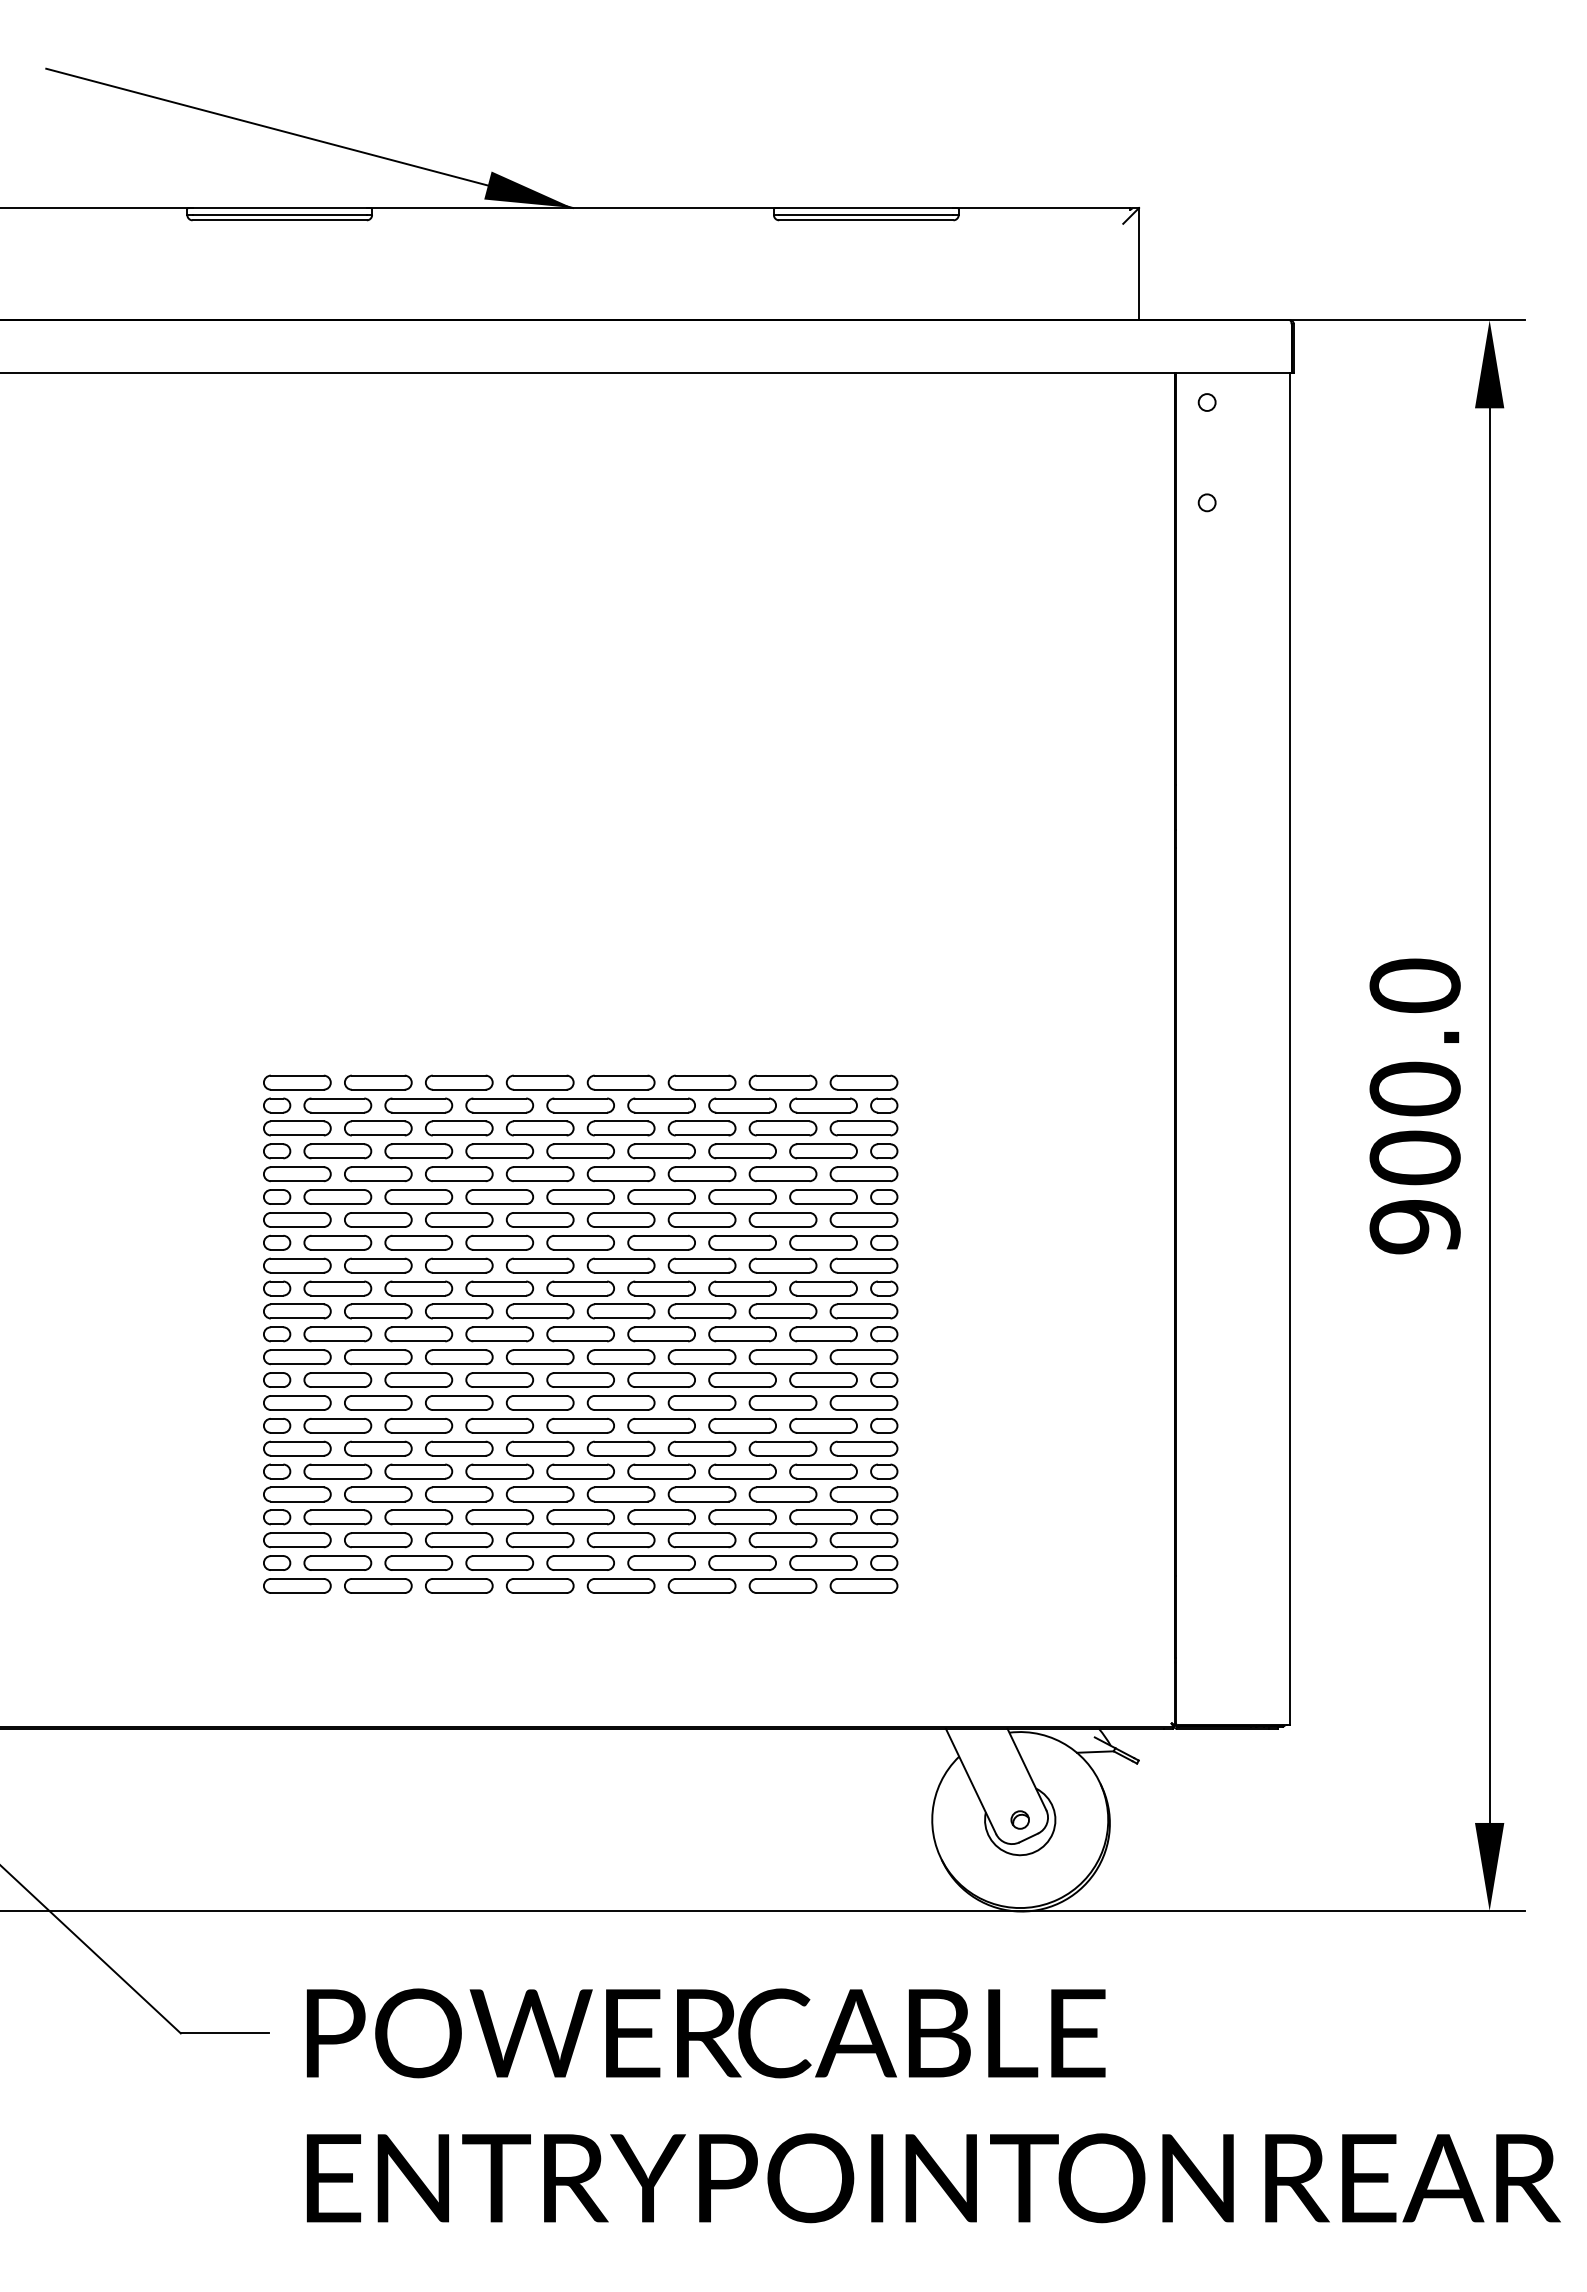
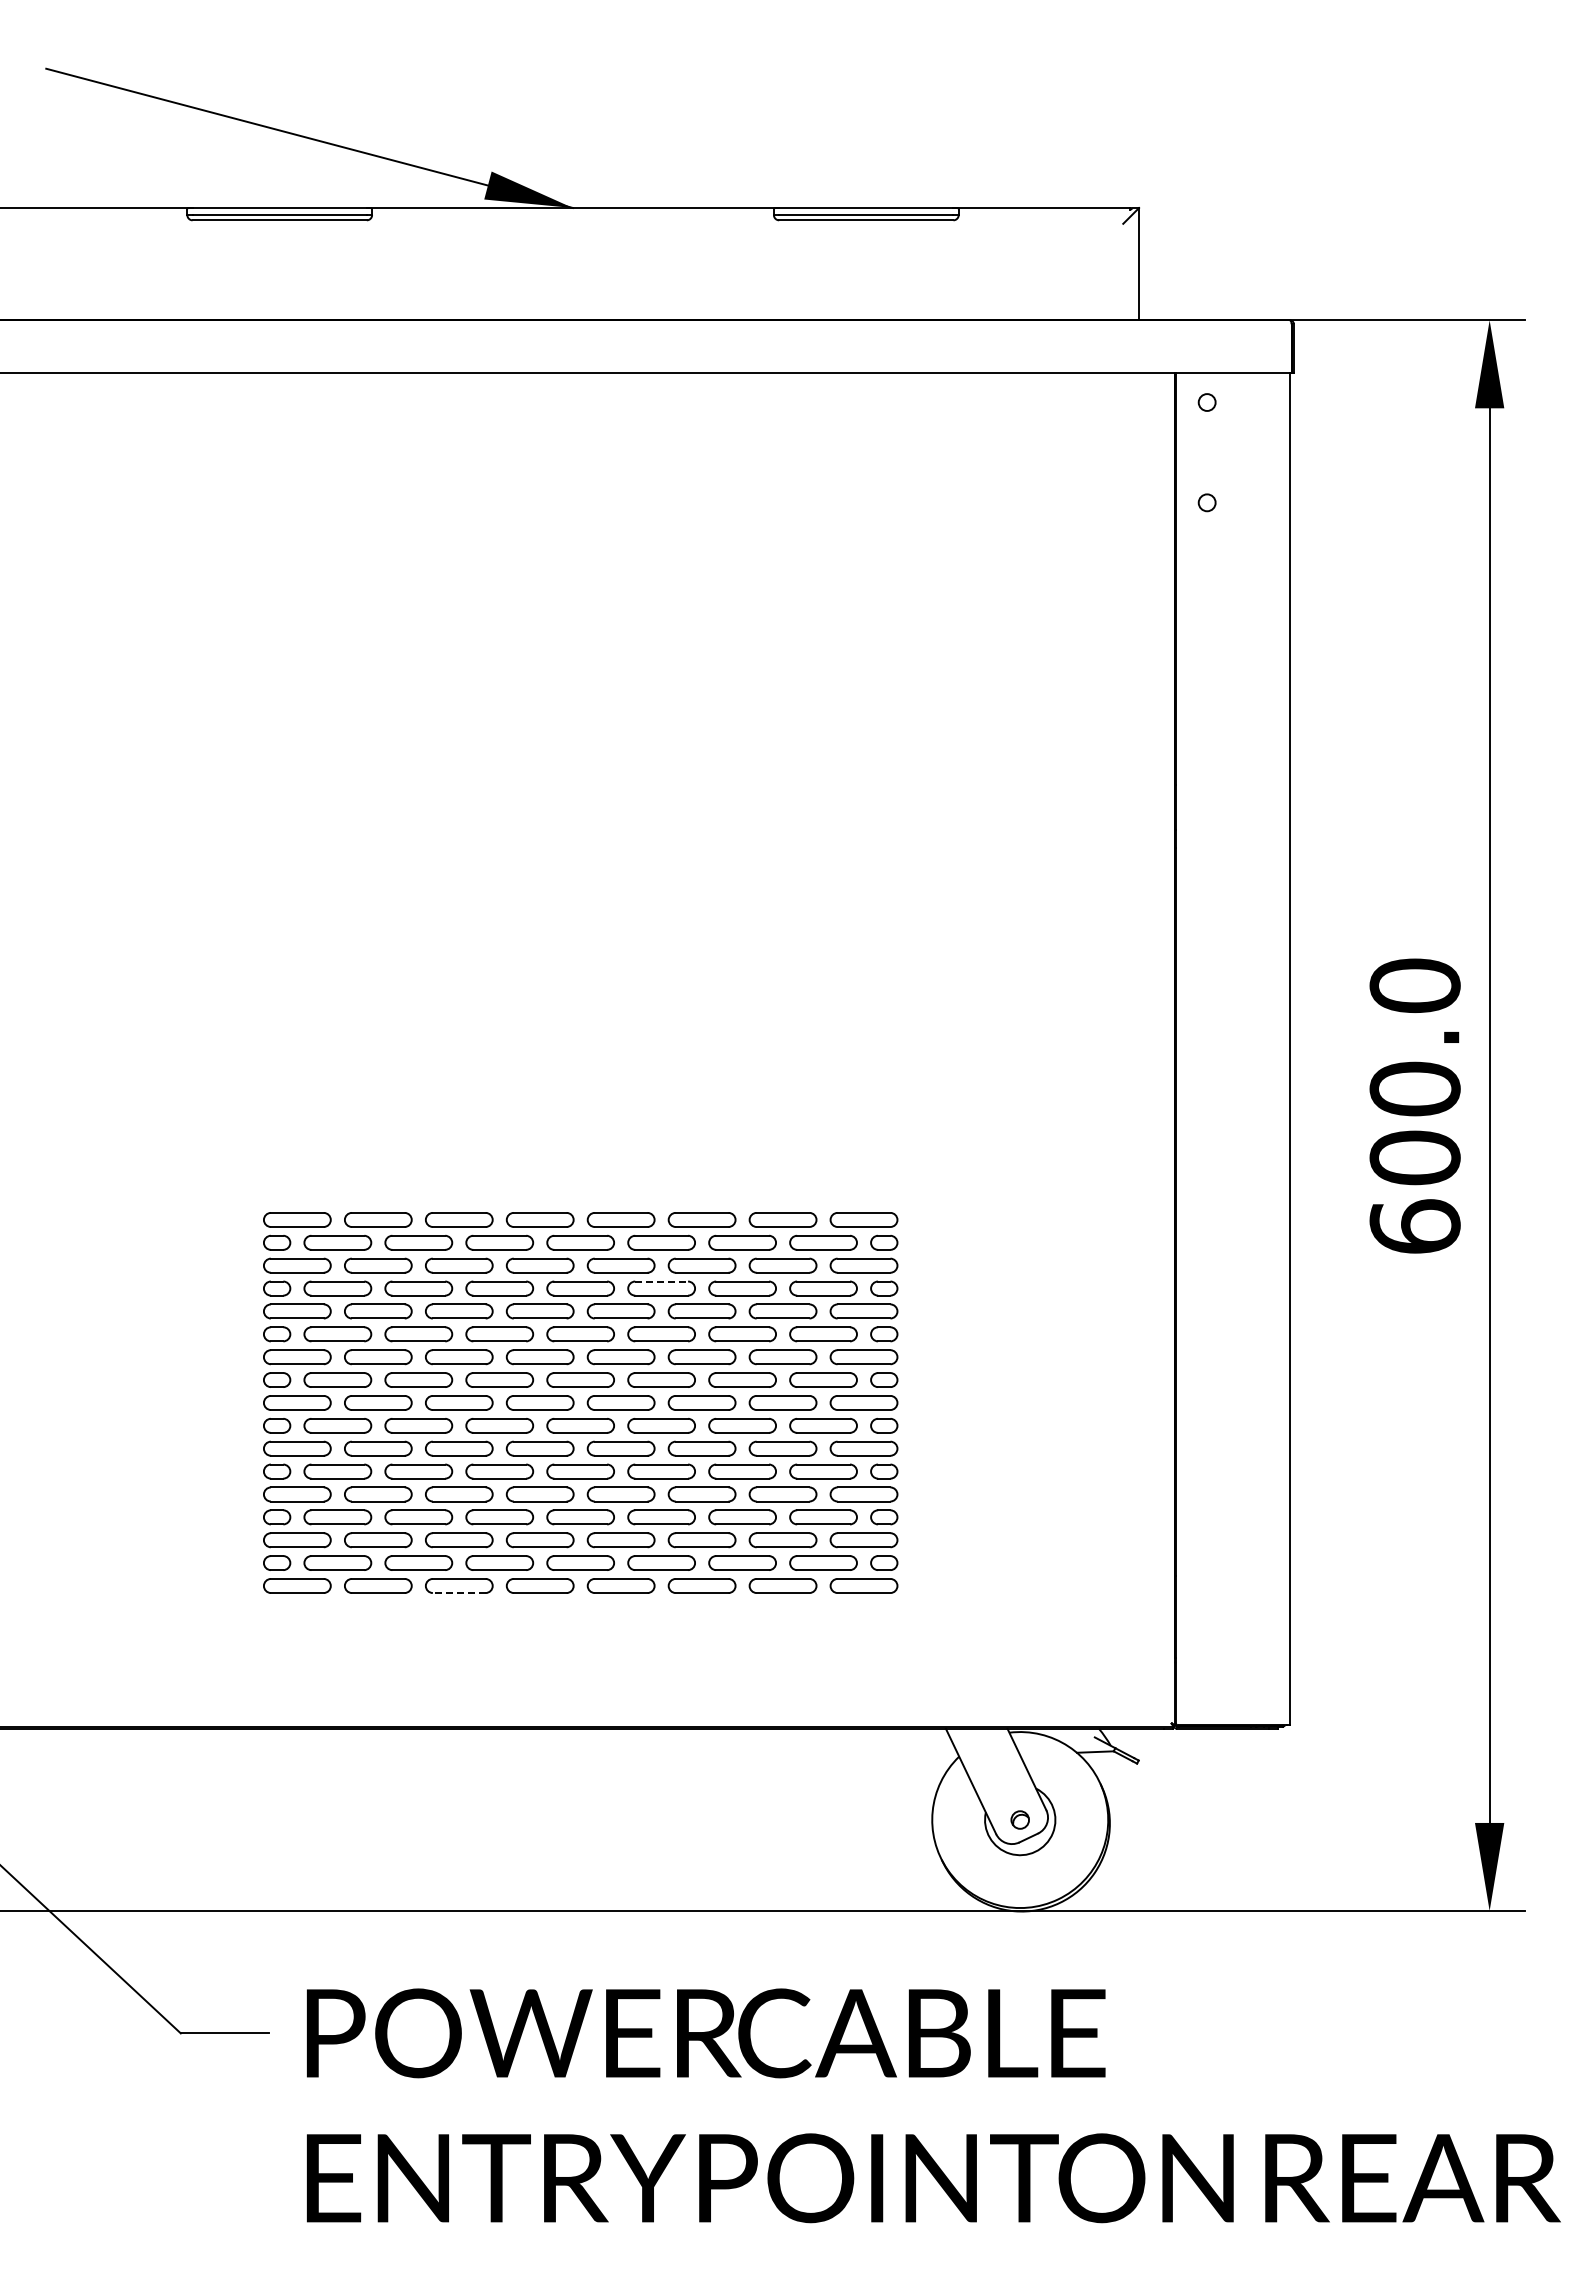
part at (580, 1139): present -> none
text at (1414, 1226): 900.0 -> 600.0
line at (662, 1281): solid -> dashed
line at (458, 1593): solid -> dashed
